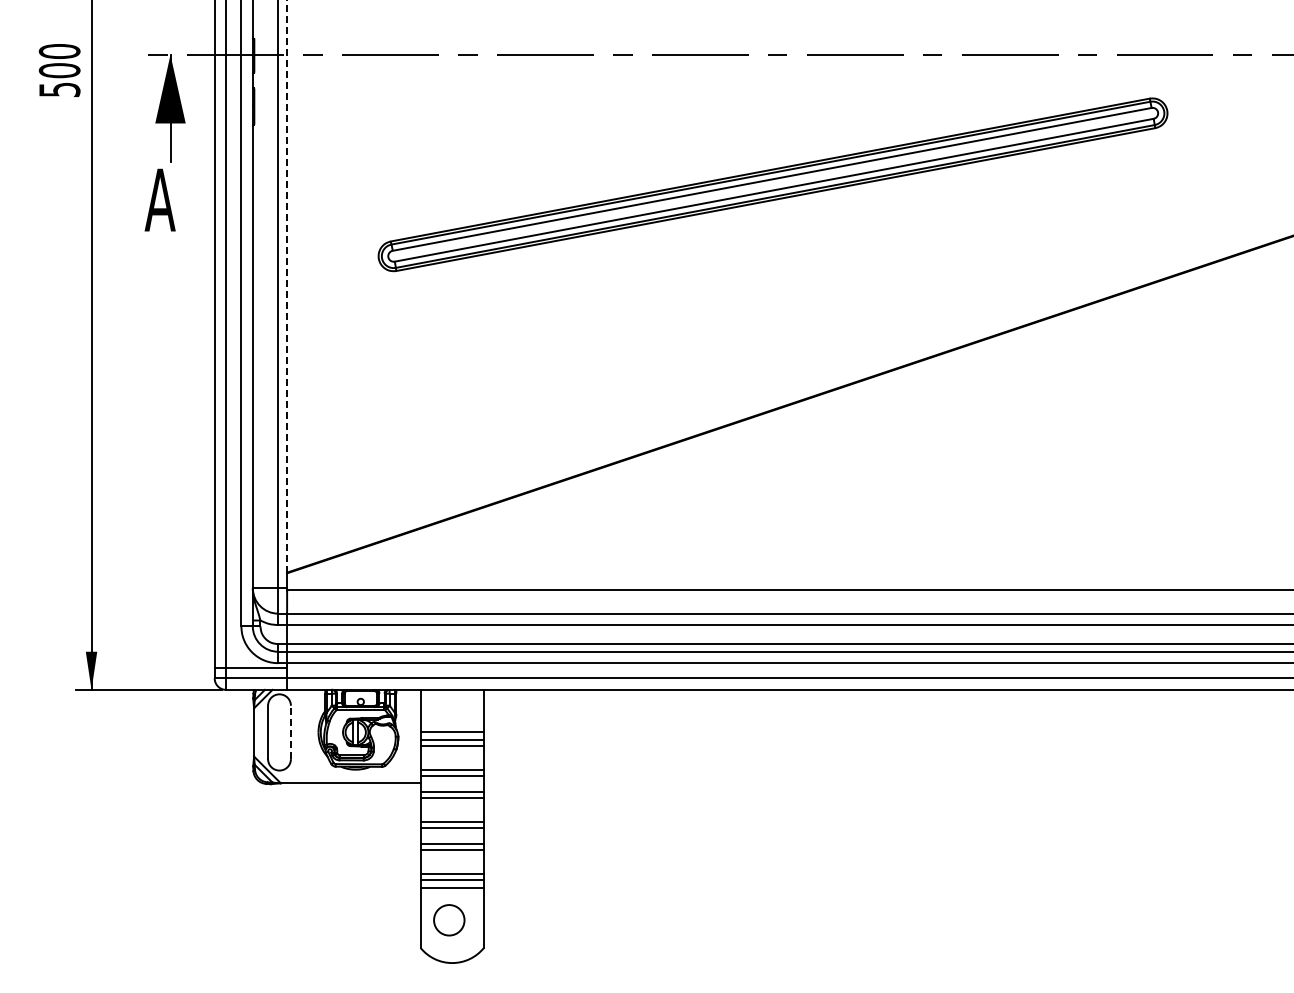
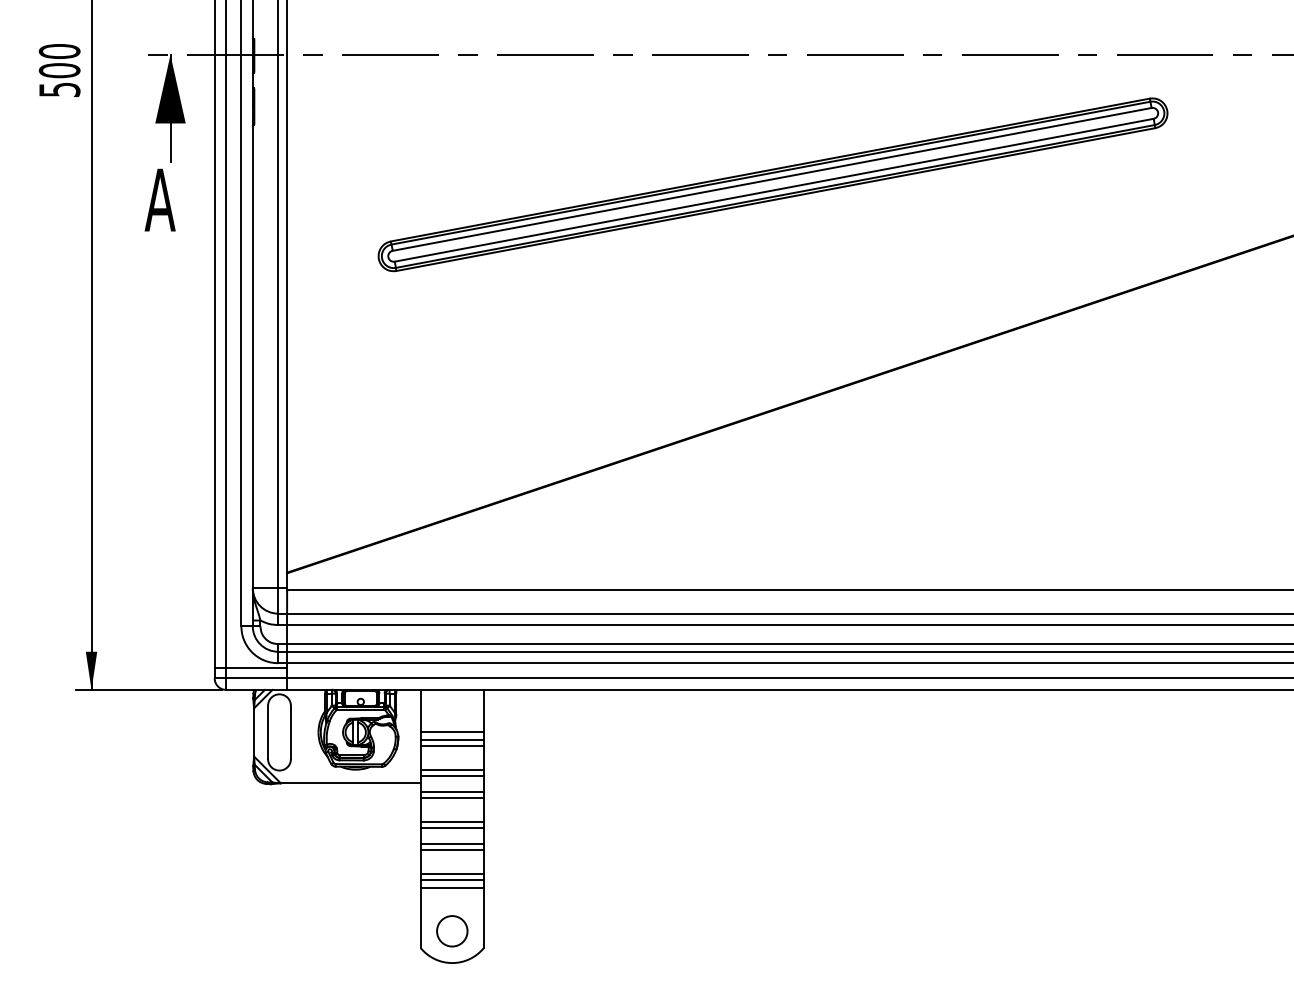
line at (287, 285): dashed -> solid
line at (290, 732): dashed -> solid
circle at (449, 920) position: (449, 920) -> (452, 931)
